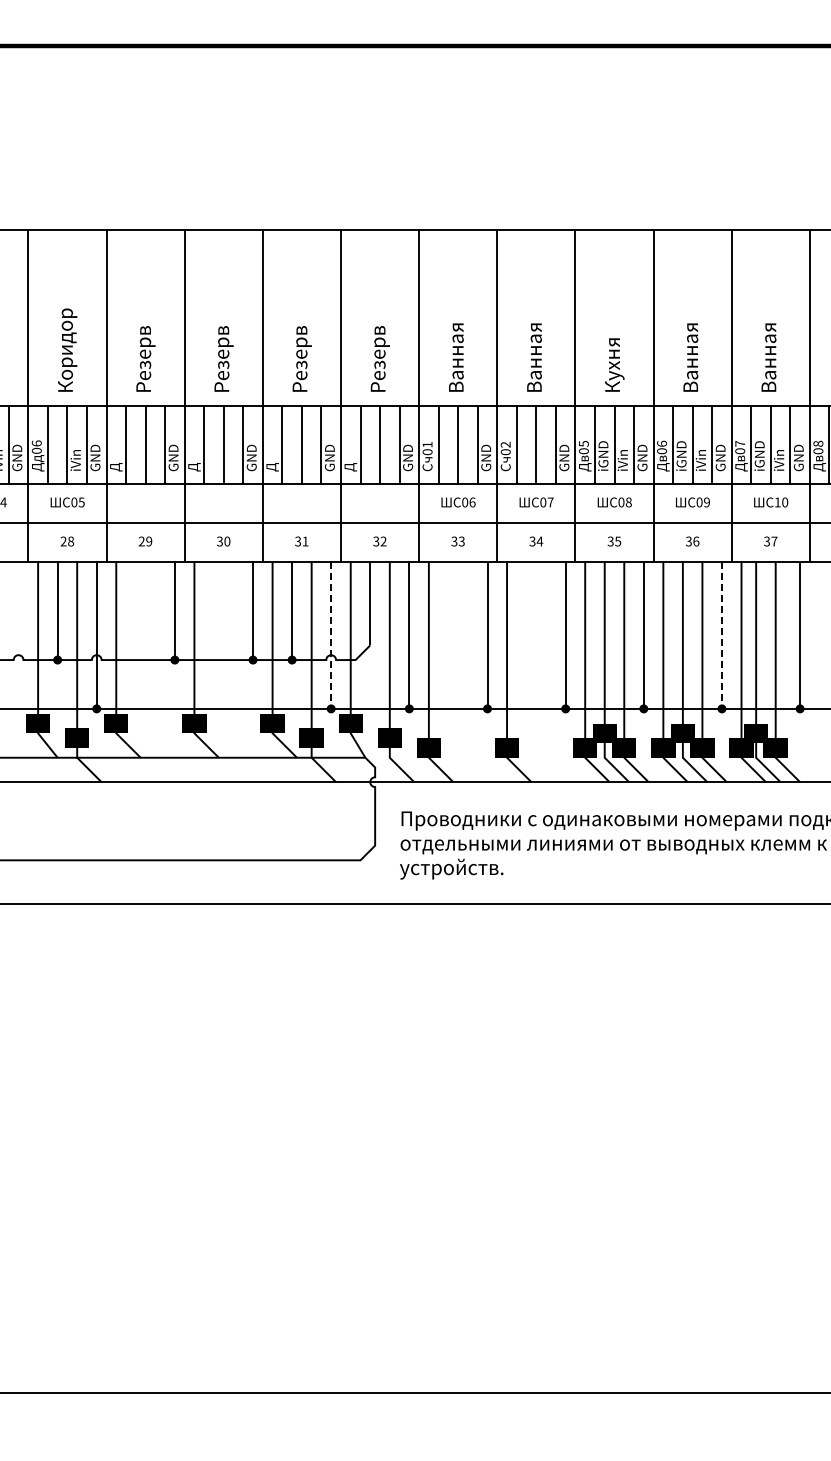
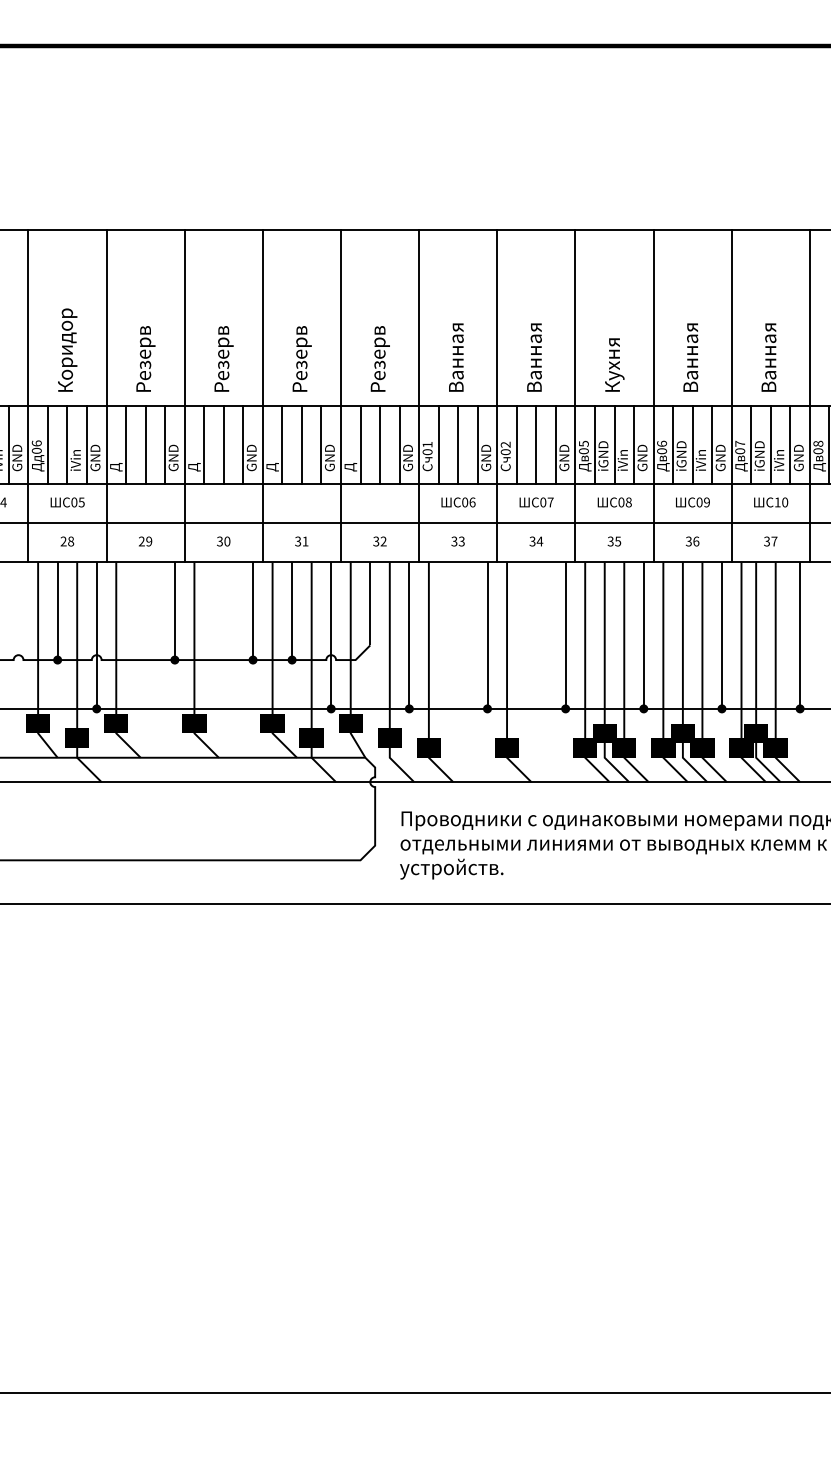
line at (331, 636): dashed -> solid
line at (721, 636): dashed -> solid
